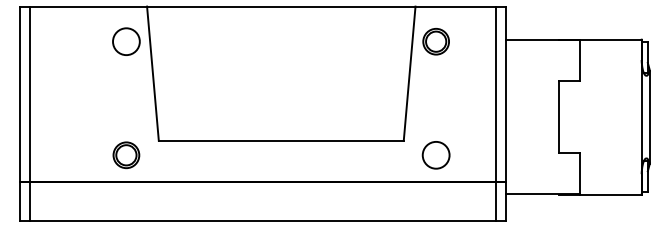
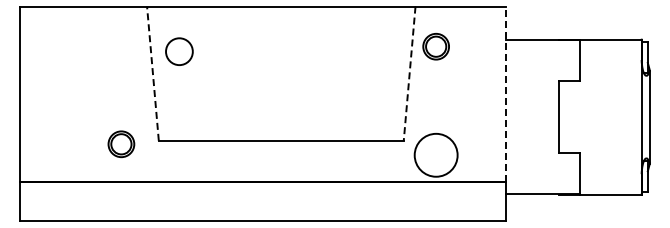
circle at (126, 41) position: (126, 41) -> (179, 51)
part at (435, 41) position: (435, 41) -> (435, 46)
line at (152, 73): solid -> dashed
line at (409, 74): solid -> dashed
line at (506, 94): solid -> dashed
line at (30, 113): present -> none
line at (496, 113): present -> none
circle at (435, 154) diameter: 27 px -> 43 px
part at (126, 155) position: (126, 155) -> (121, 144)
